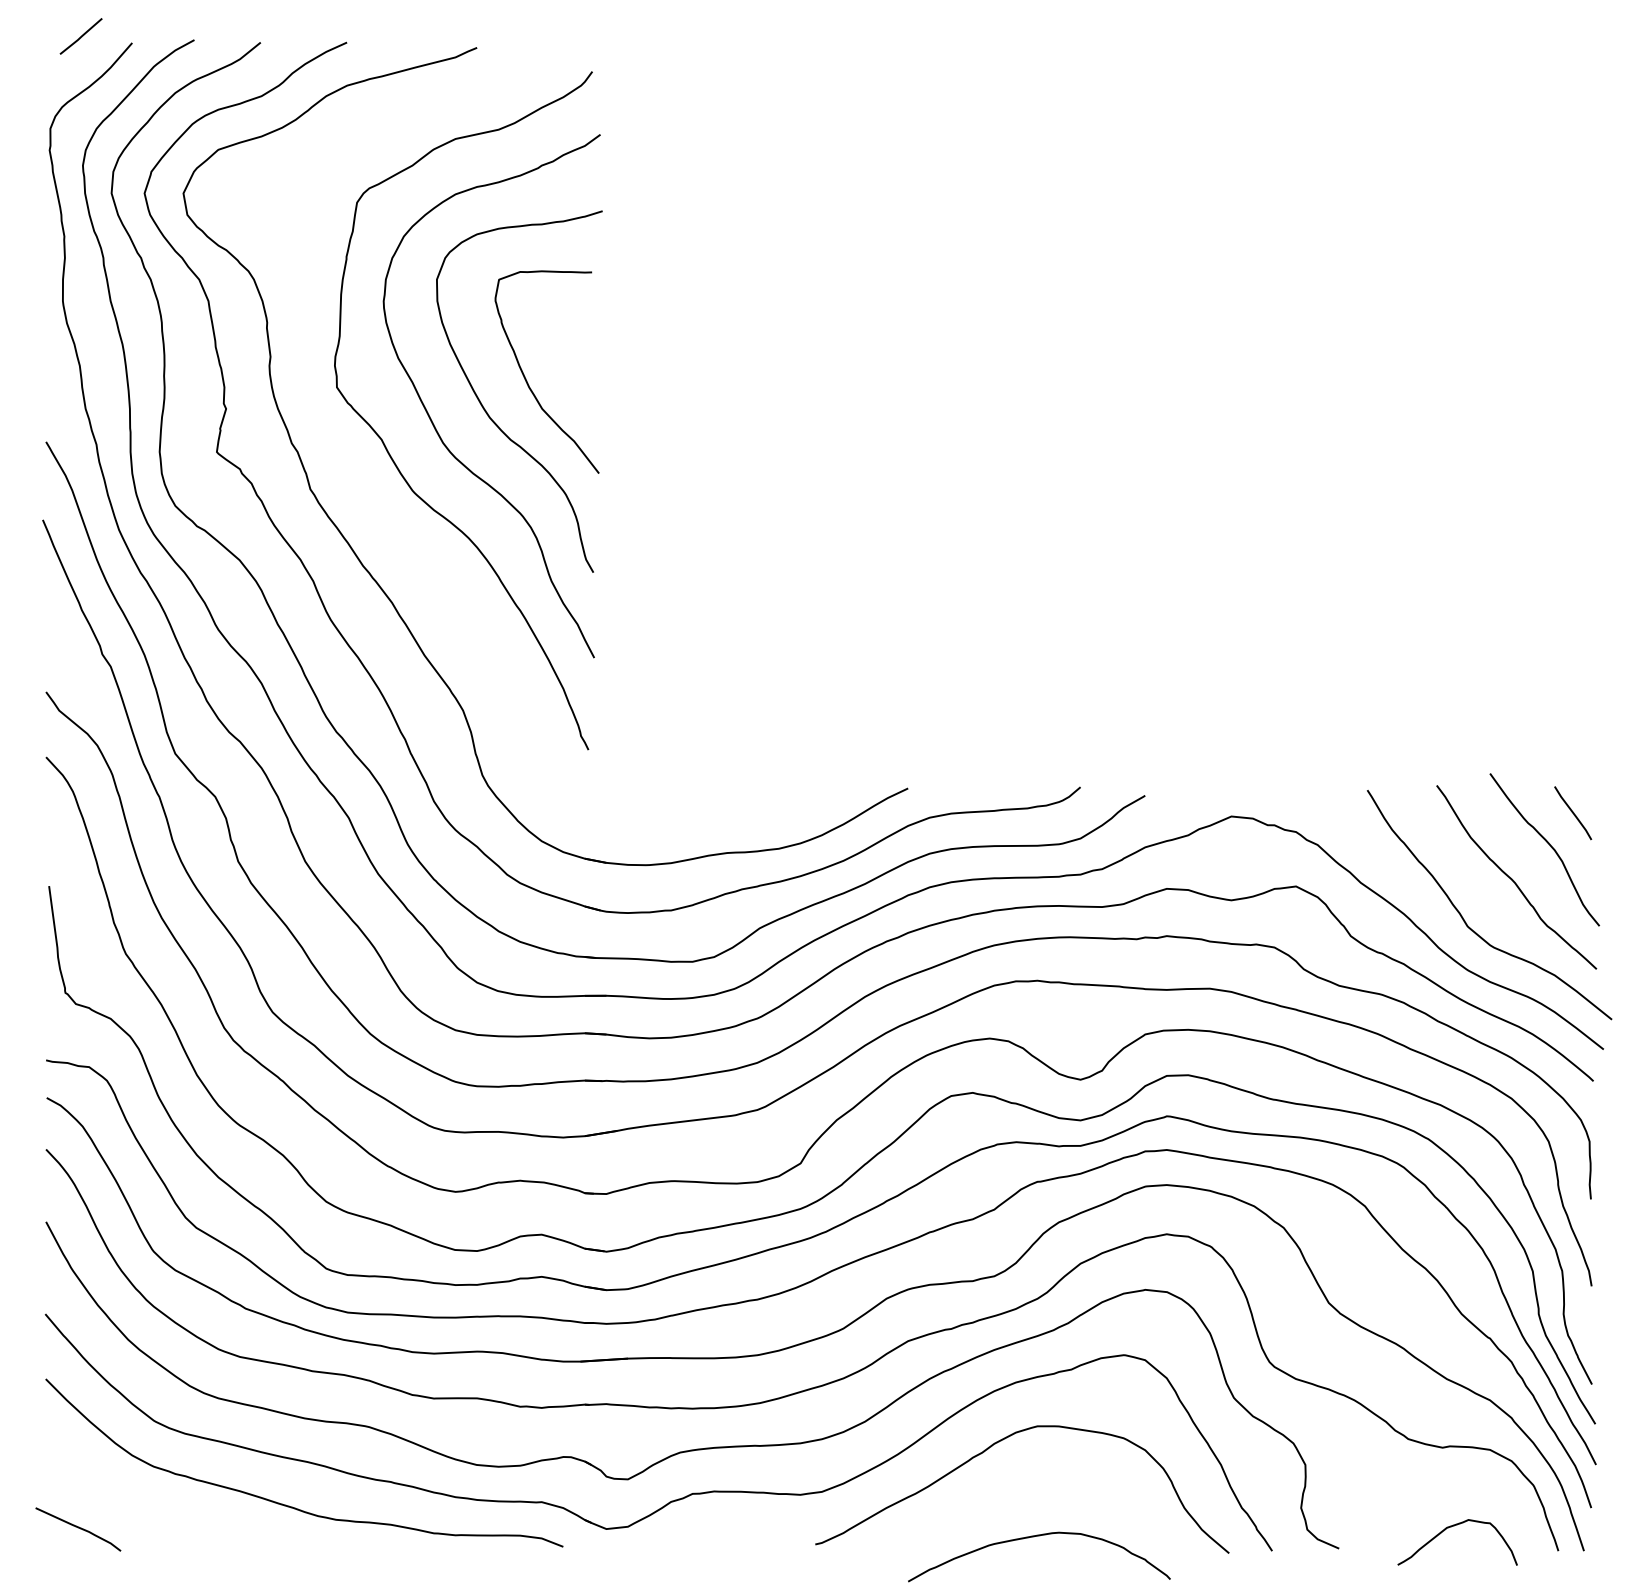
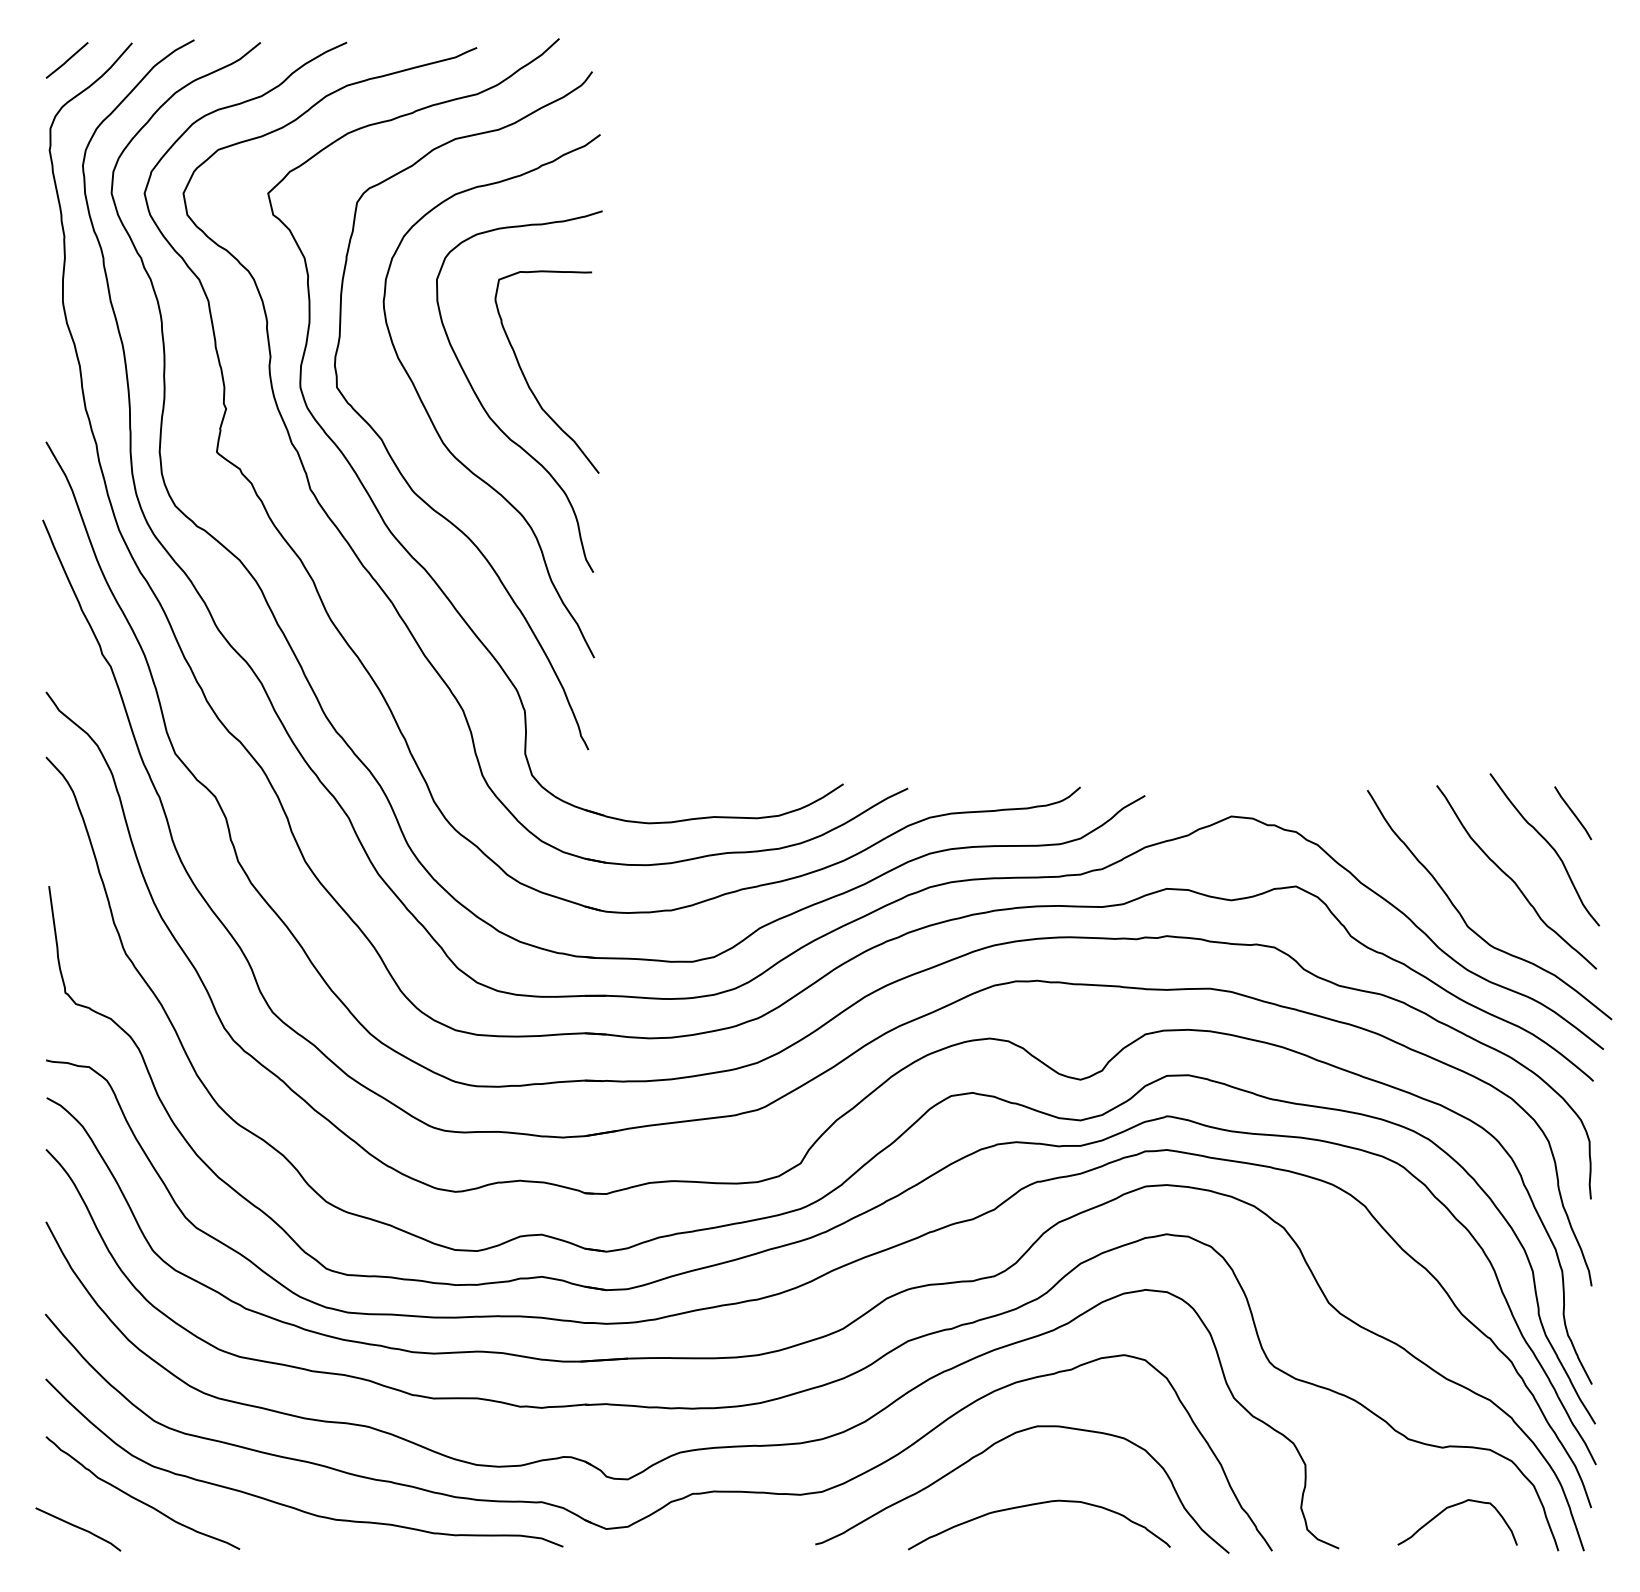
line at (80, 36) position: (80, 36) -> (66, 60)
part at (421, 564): none -> present
curve at (139, 1499): none -> present
curve at (1451, 1527) position: (1451, 1527) -> (1451, 1507)
curve at (1034, 1537) position: (1034, 1537) -> (1034, 1505)
